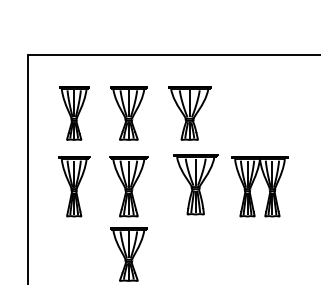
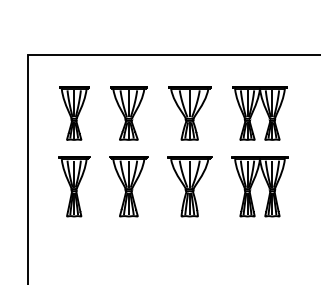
part at (259, 113): none -> present
part at (195, 184) position: (195, 184) -> (189, 186)
part at (128, 254): present -> none
